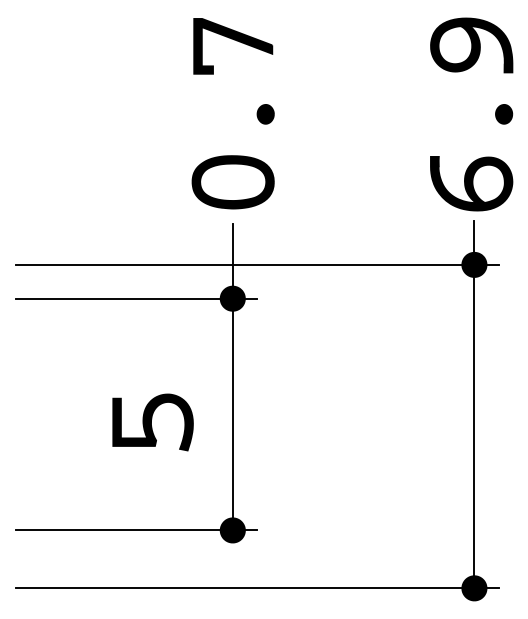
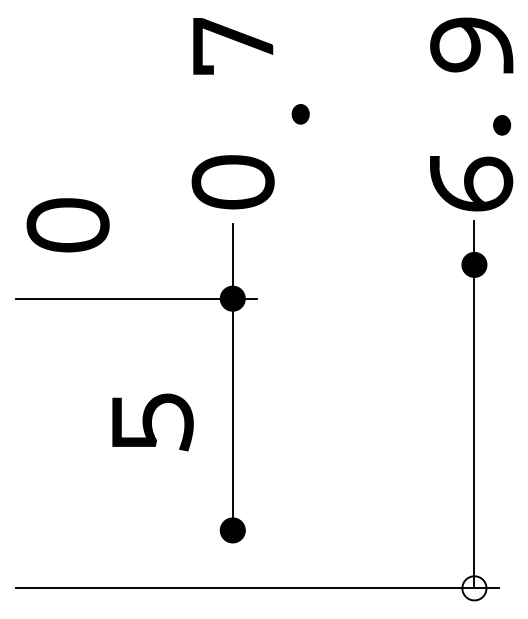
part at (265, 114) position: (265, 114) -> (300, 114)
part at (504, 114) position: (504, 114) -> (502, 125)
part at (67, 225): none -> present
line at (256, 264): present -> none
line at (136, 530): present -> none
fill at (474, 588): present -> none
